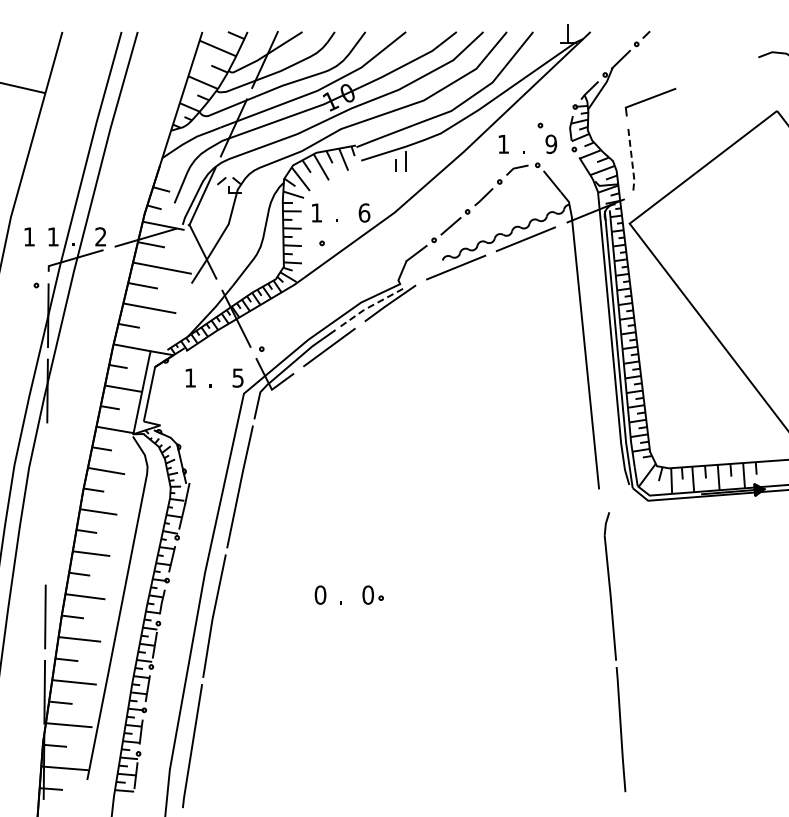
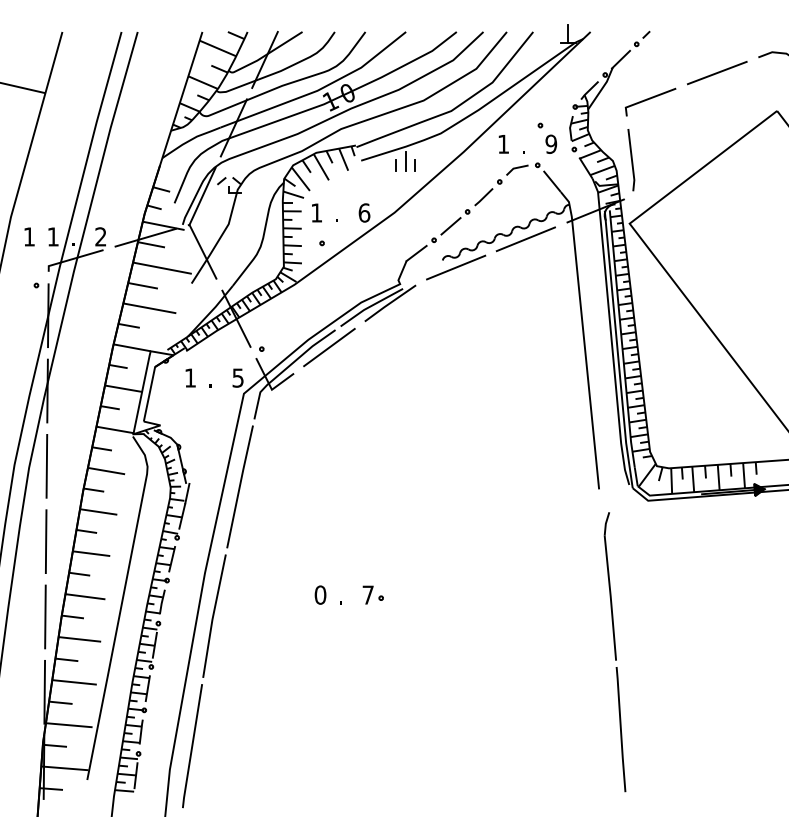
line at (716, 72): none -> present
line at (632, 161): dashed -> solid
line at (414, 165): none -> present
line at (371, 306): dashed -> solid
line at (46, 465): none -> present
line at (46, 541): none -> present
text at (368, 594): 0 -> 7
